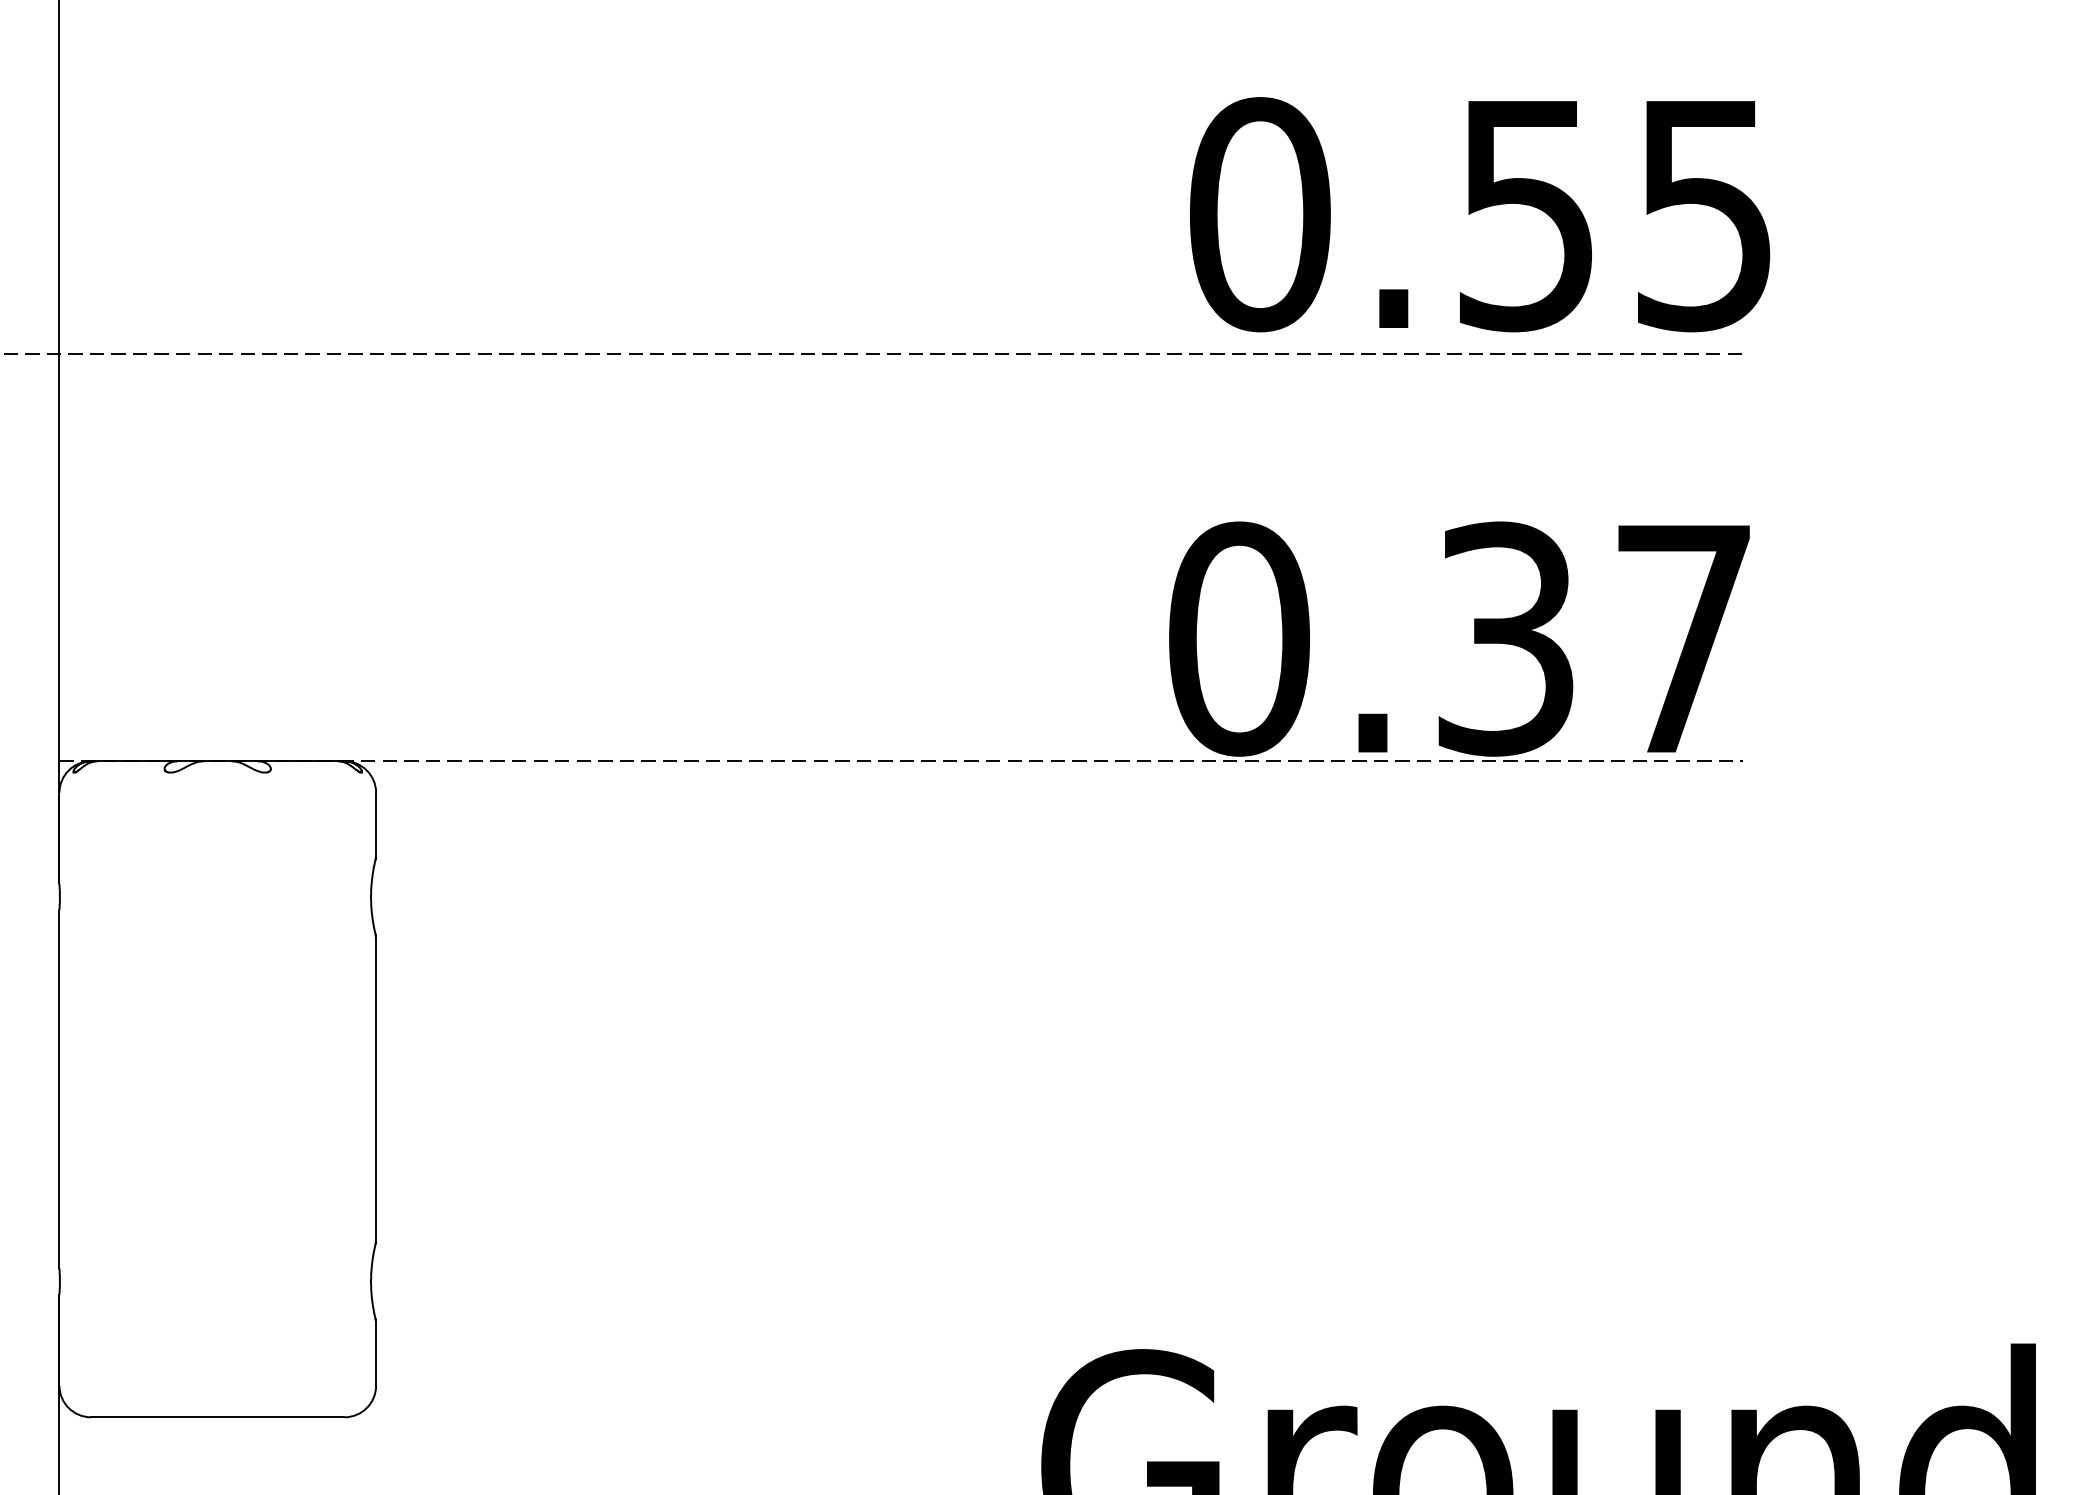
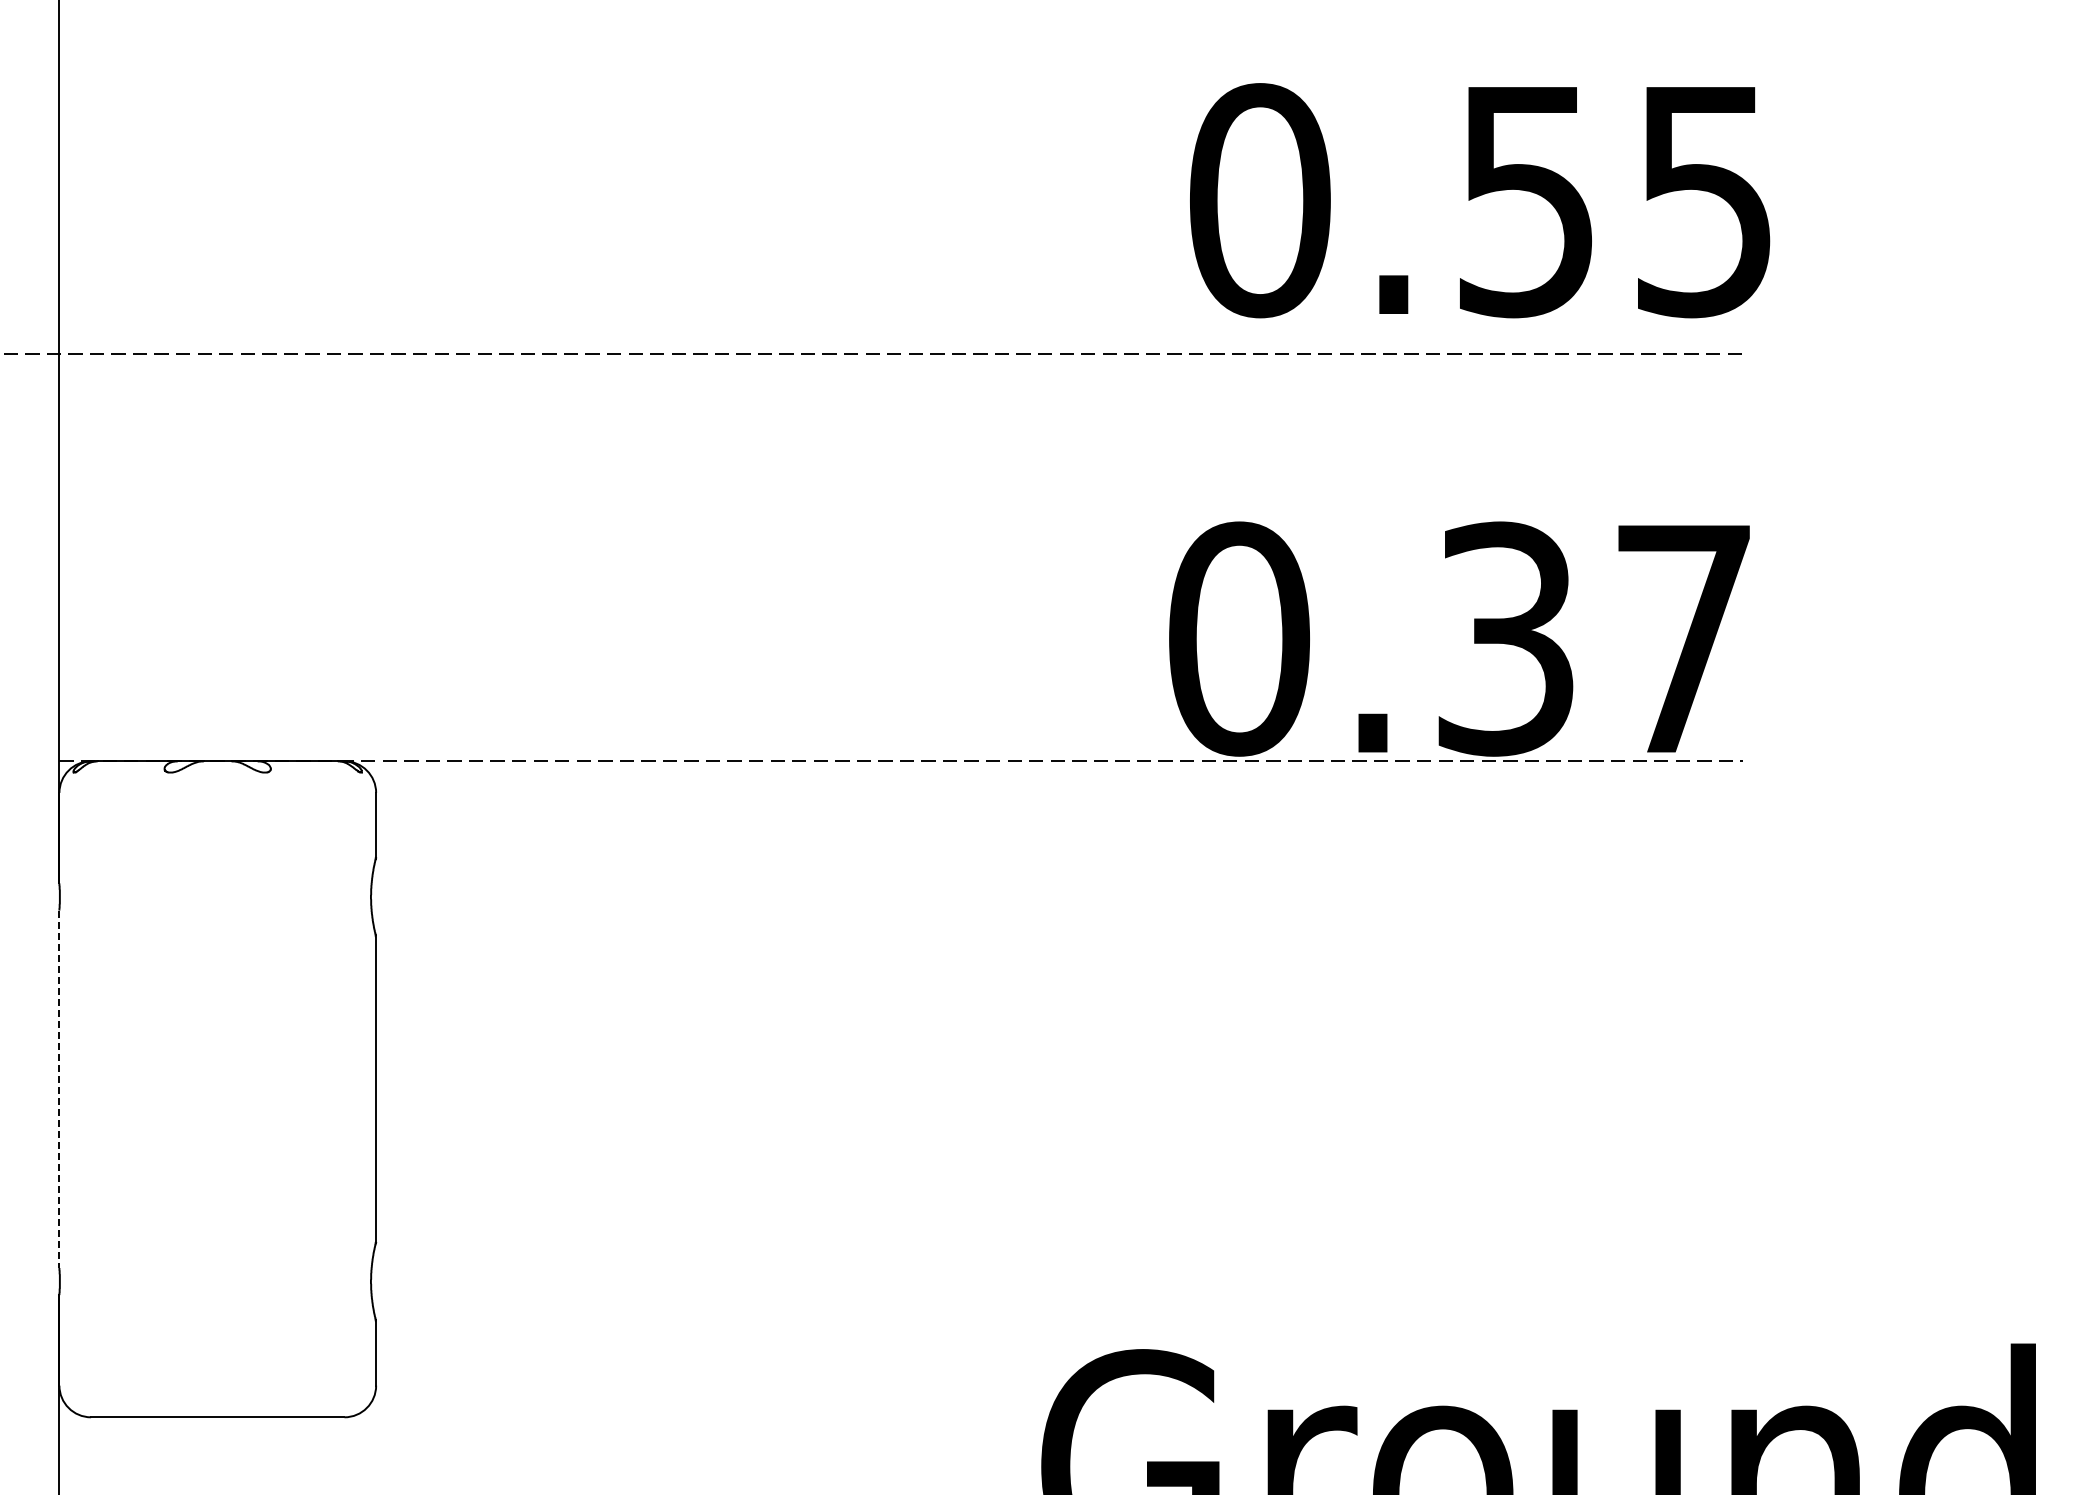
text at (1480, 214) position: (1480, 214) -> (1480, 200)
line at (59, 1089): solid -> dashed
